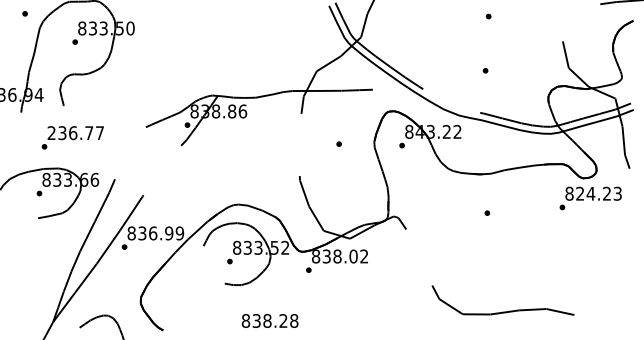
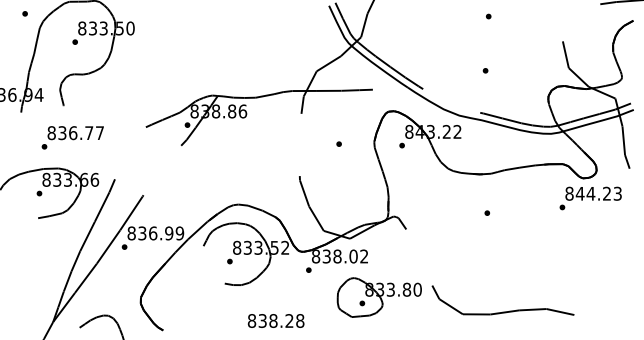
text at (51, 133): 236.77 -> 836.77
text at (579, 193): 824.23 -> 844.23
part at (378, 297): none -> present
text at (269, 320) position: (269, 320) -> (275, 320)
